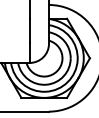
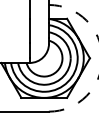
arc at (98, 40): solid -> dashed
